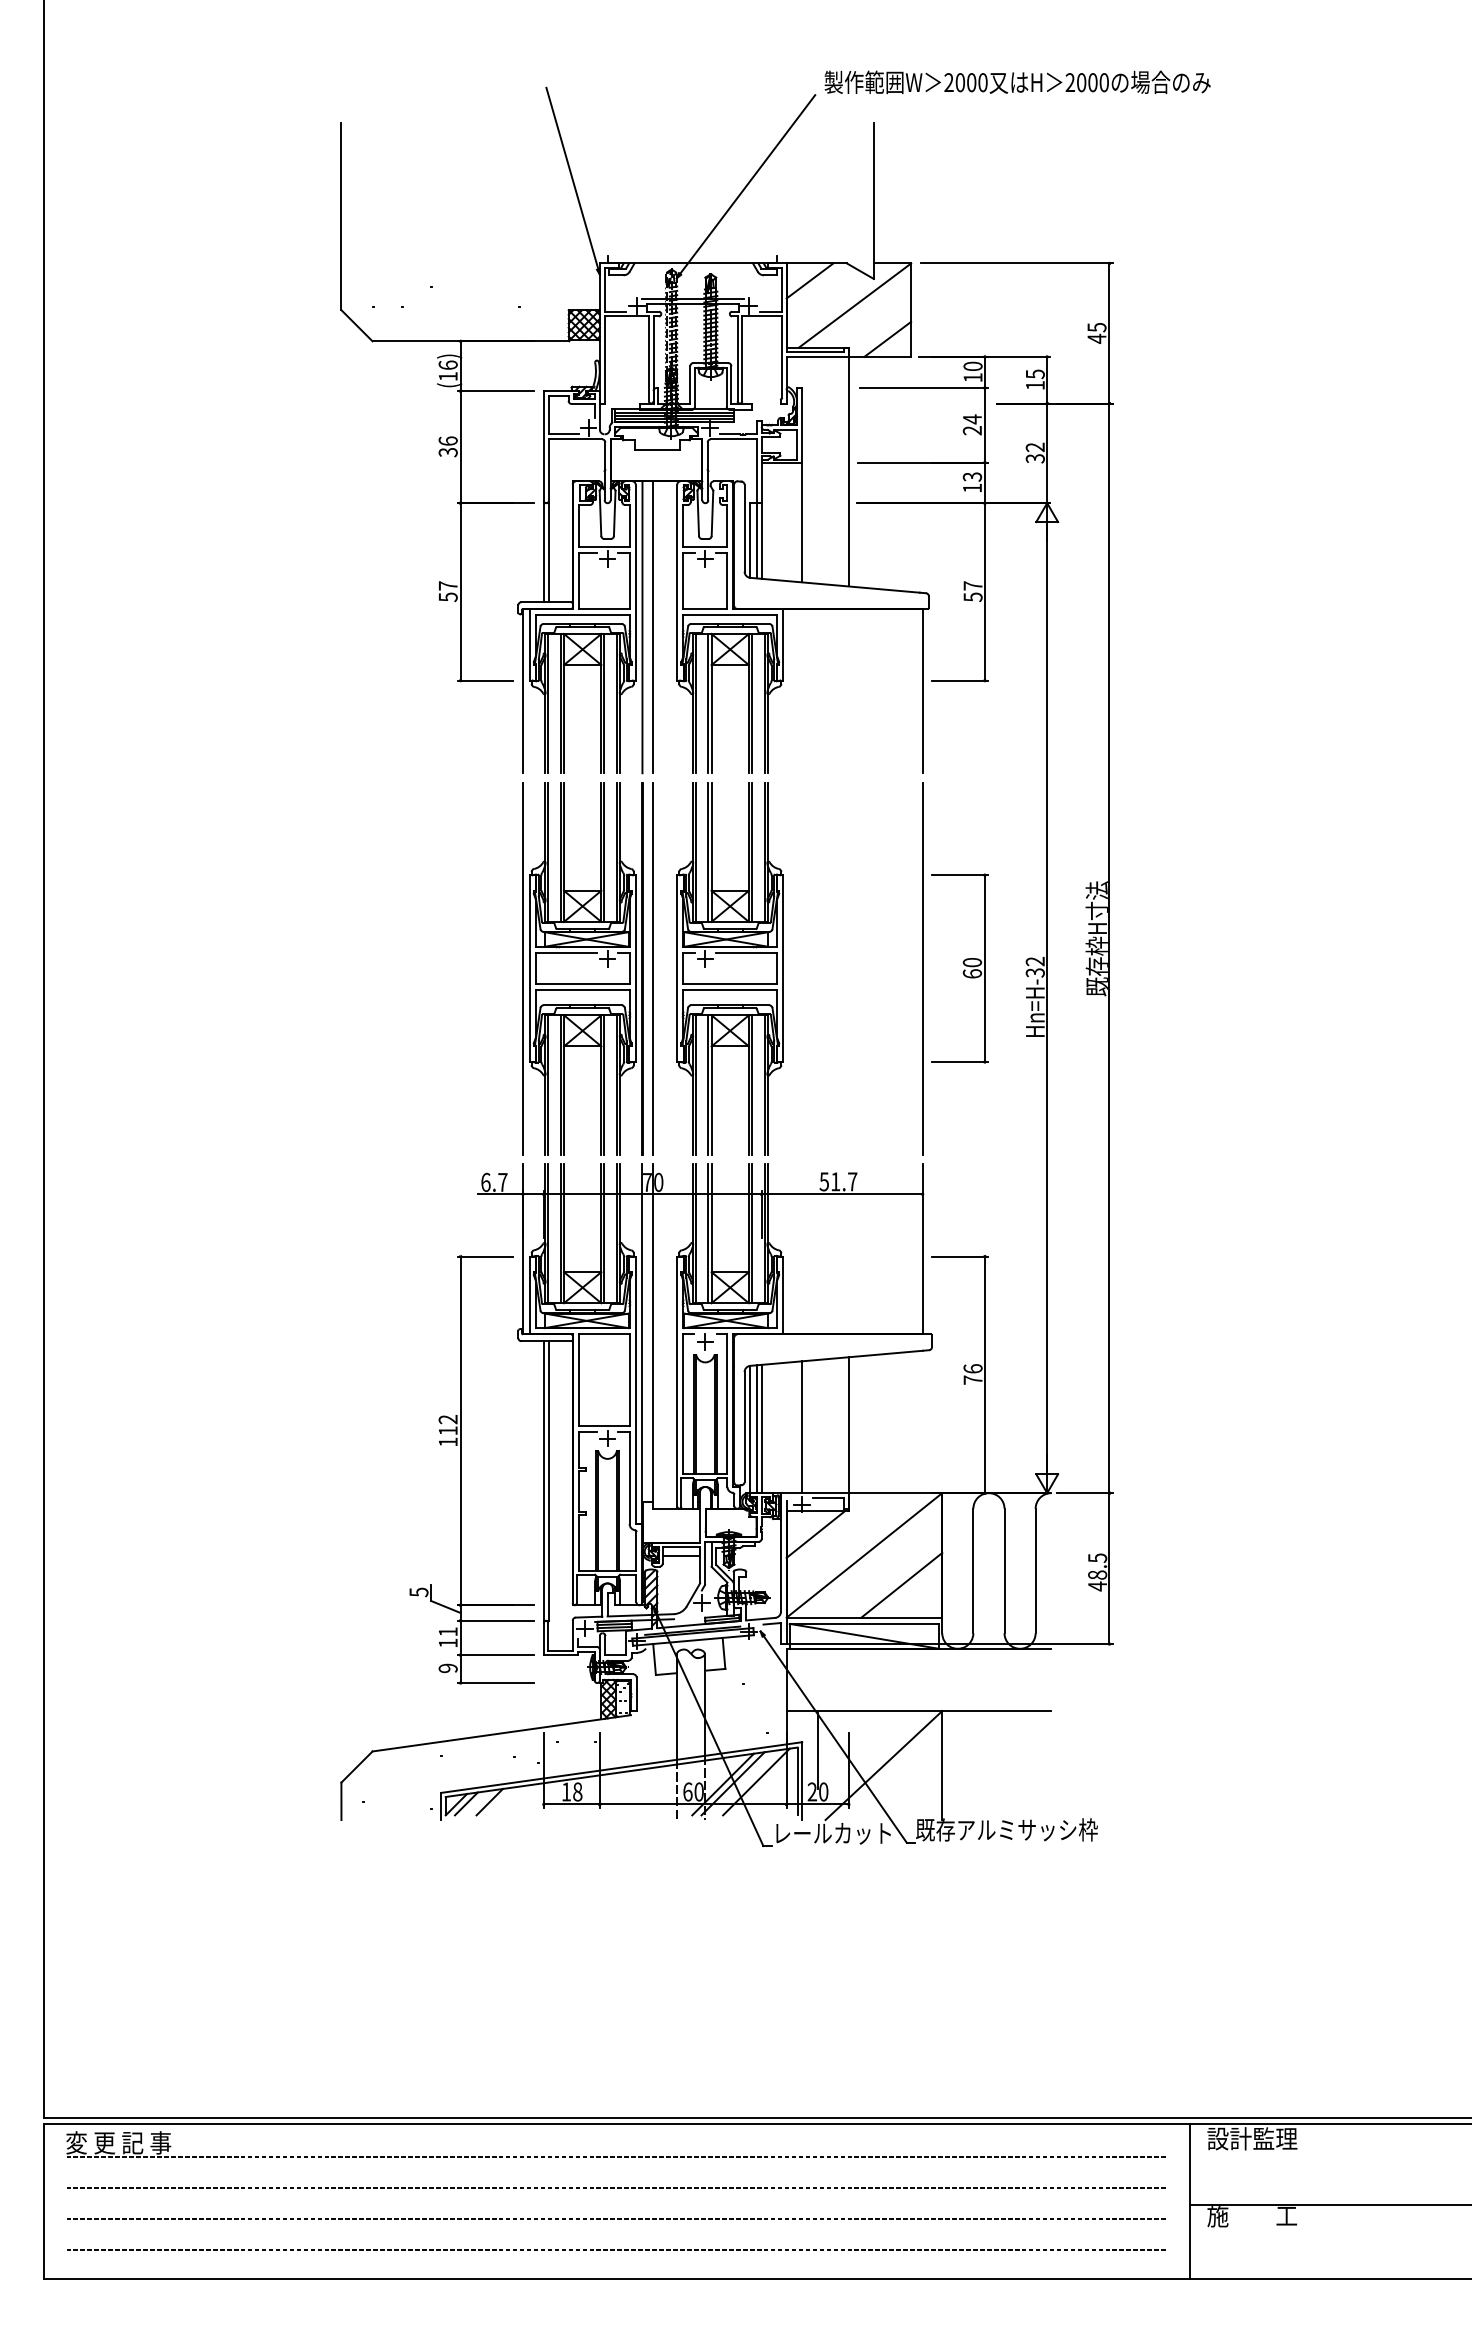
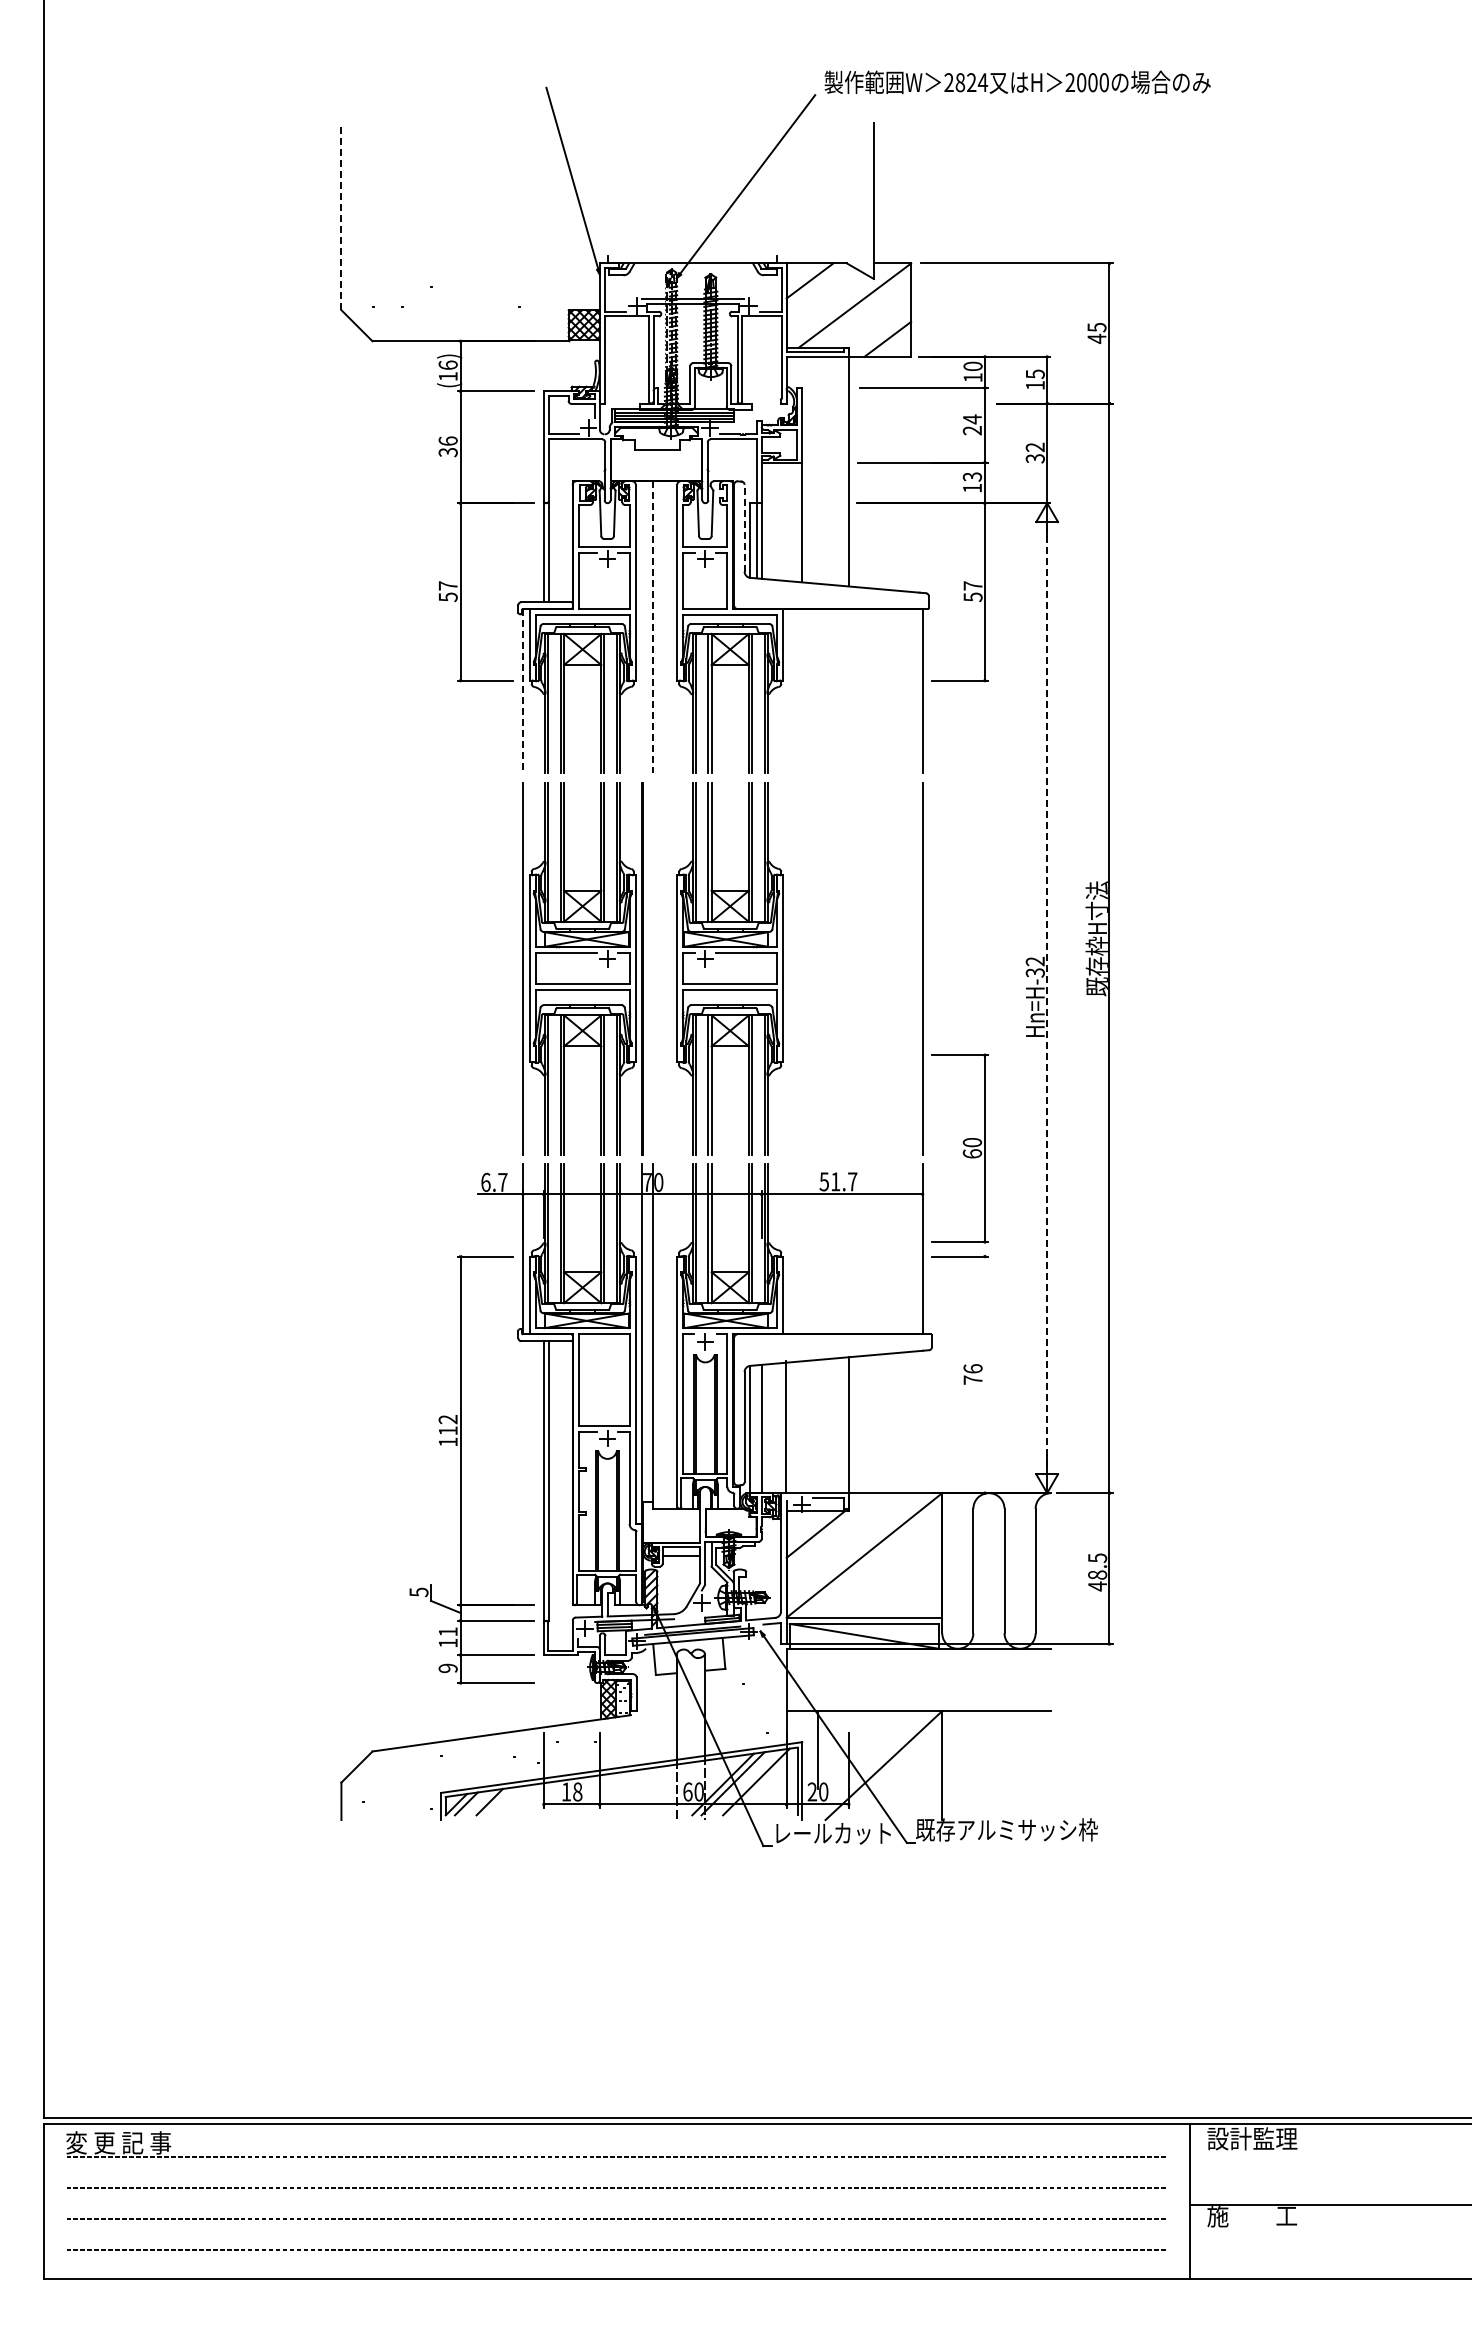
text at (971, 82): 2000 -> 2824
line at (341, 216): solid -> dashed
line at (744, 527): solid -> dashed
line at (642, 627): present -> none
line at (653, 627): solid -> dashed
line at (522, 691): solid -> dashed
line at (653, 968): present -> none
part at (959, 968) position: (959, 968) -> (959, 1148)
line at (1047, 998): solid -> dashed
line at (984, 1374): present -> none
line at (802, 1427) position: (802, 1427) -> (786, 1427)
line at (756, 1429): present -> none
line at (901, 1584): present -> none
